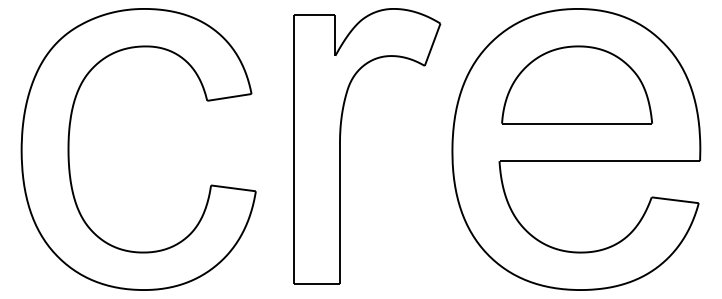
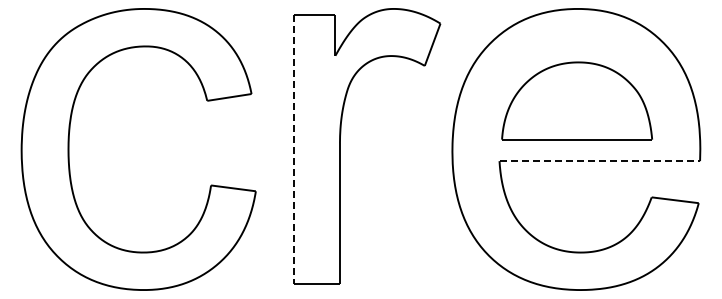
part at (576, 84) position: (576, 84) -> (576, 100)
line at (294, 149): solid -> dashed
line at (600, 161): solid -> dashed
